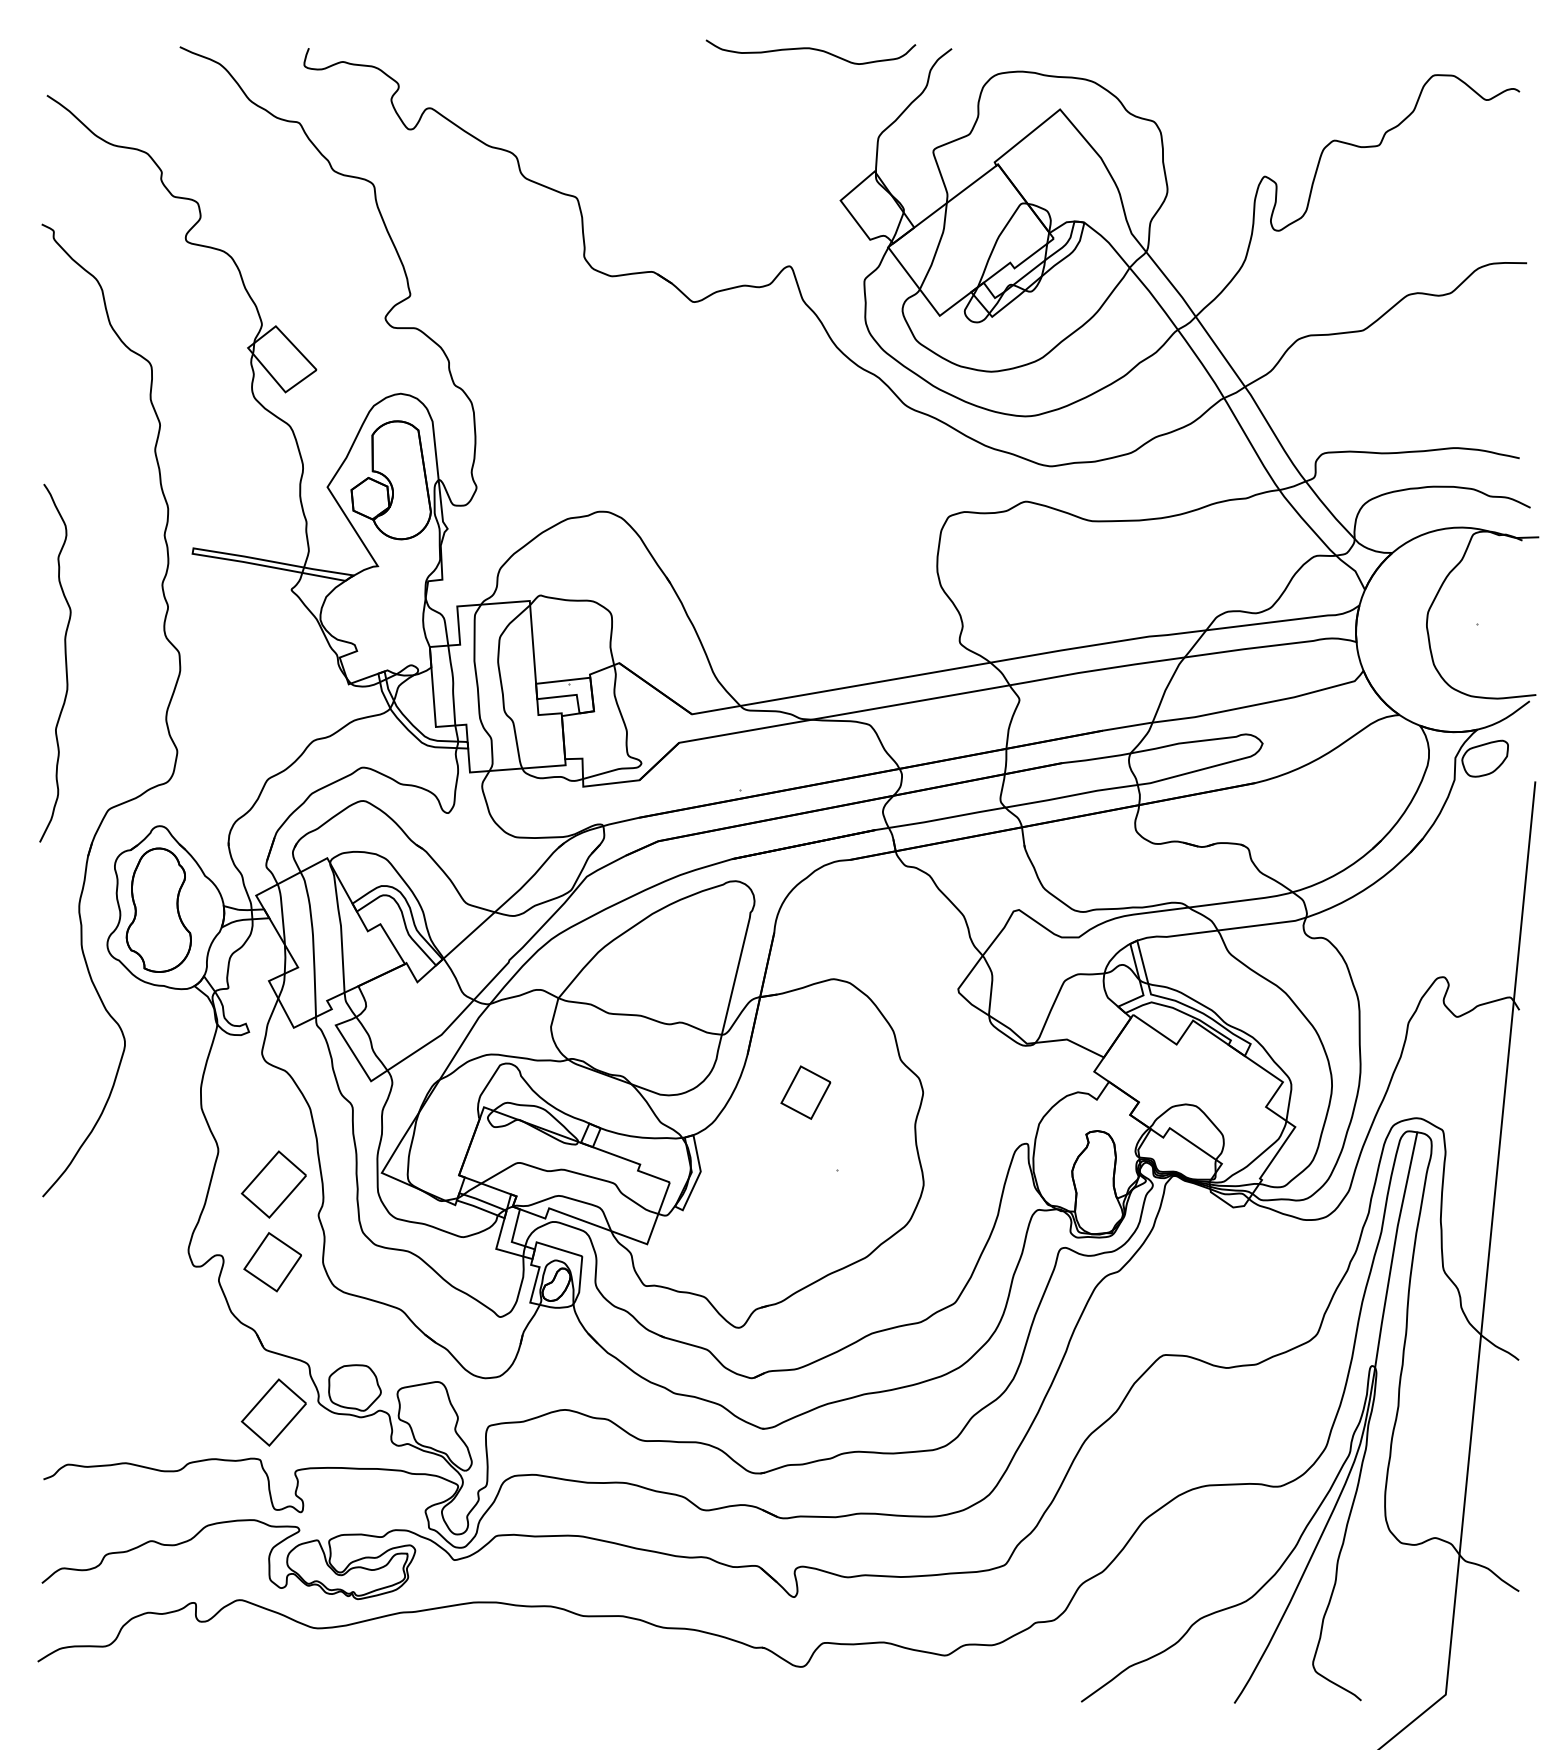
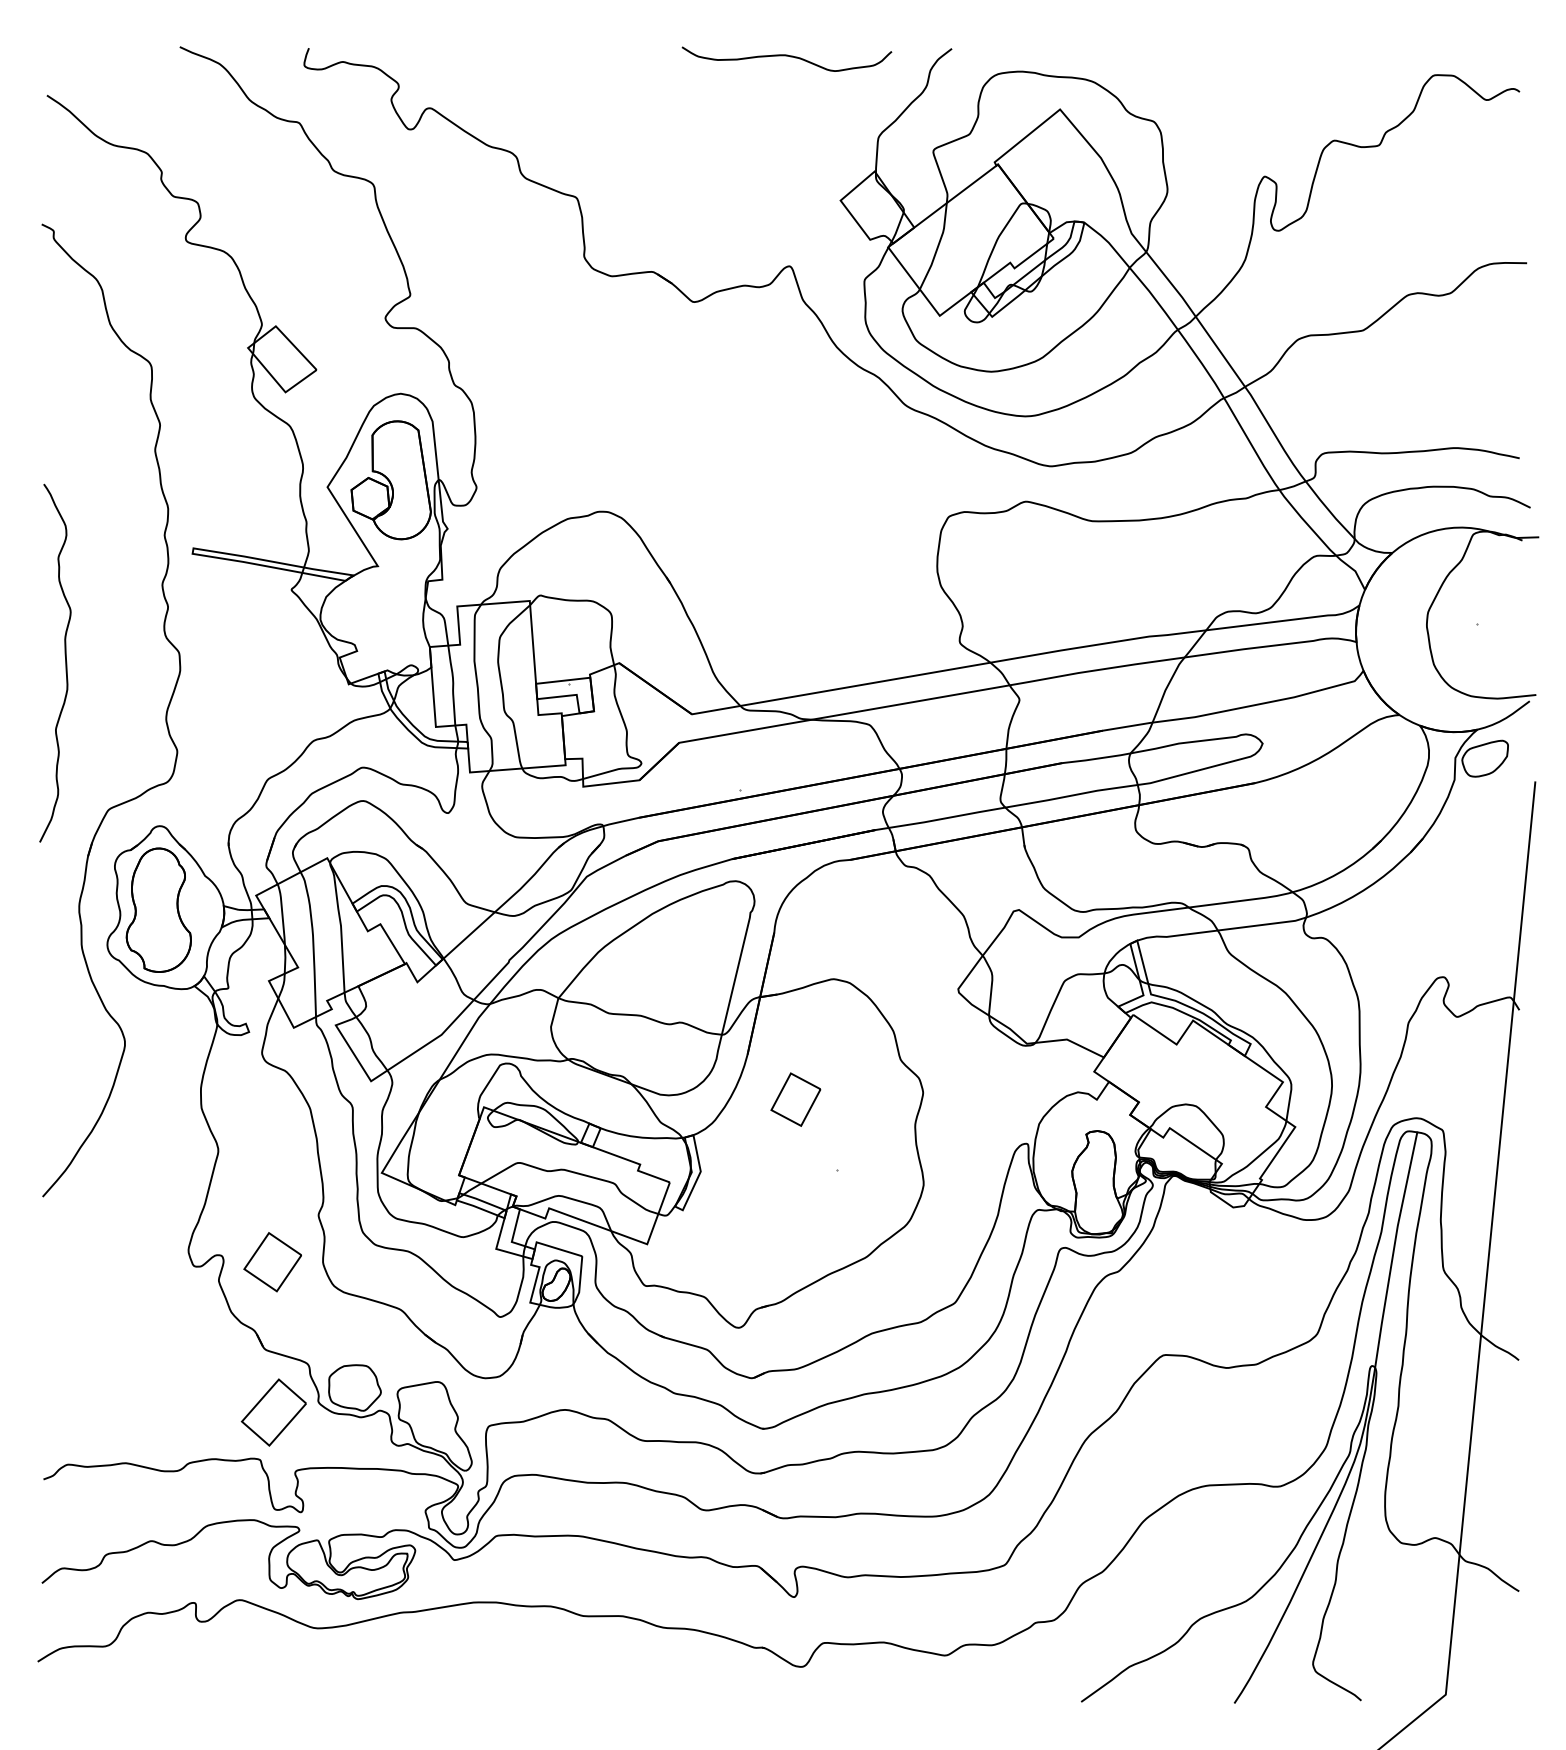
curve at (810, 49) position: (810, 49) -> (786, 56)
part at (805, 1092) position: (805, 1092) -> (795, 1099)
part at (273, 1184): present -> none
